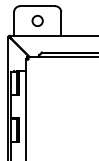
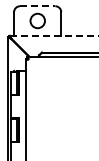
line at (37, 6): solid -> dashed
circle at (37, 20) size: 13x12 px -> 17x18 px
line at (54, 35): solid -> dashed
